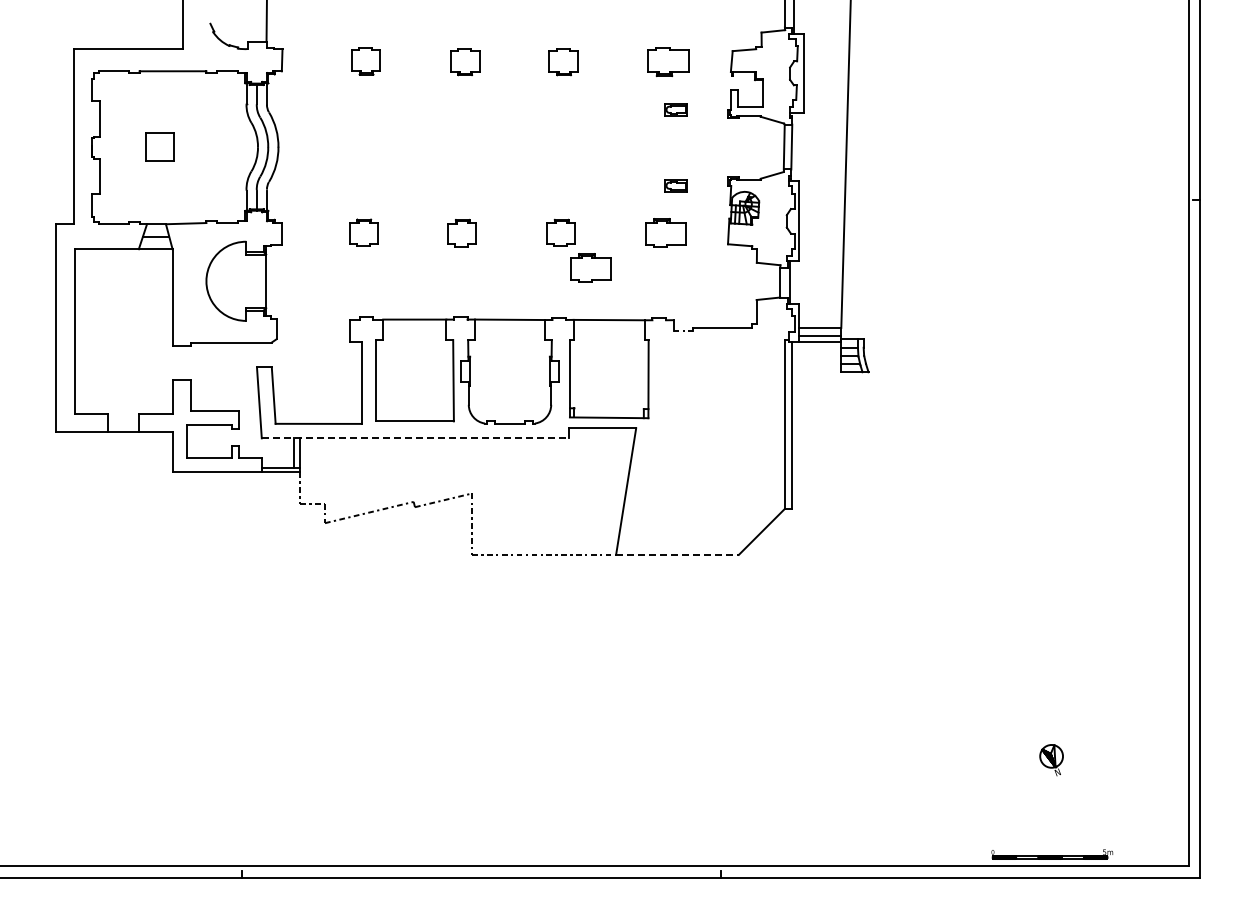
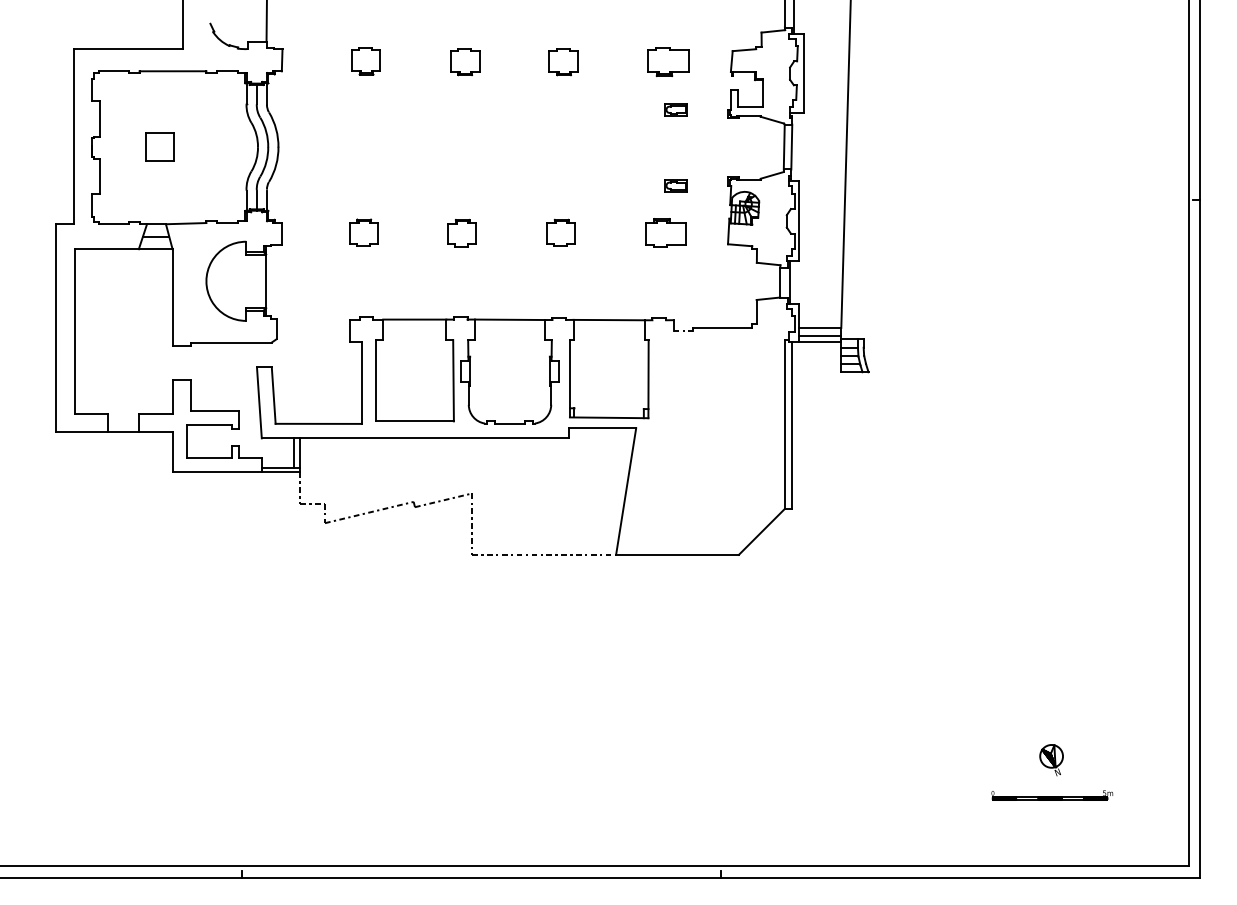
part at (590, 267): present -> none
line at (415, 438): dashed -> solid
line at (678, 554): dashed -> solid
part at (1052, 854) position: (1052, 854) -> (1052, 795)
